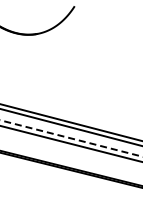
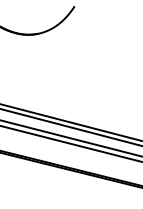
line at (71, 138): dashed -> solid
